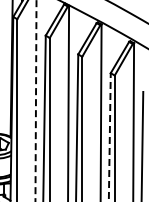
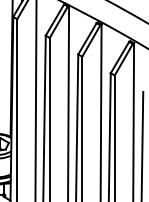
line at (35, 100): dashed -> solid
line at (109, 137): dashed -> solid
